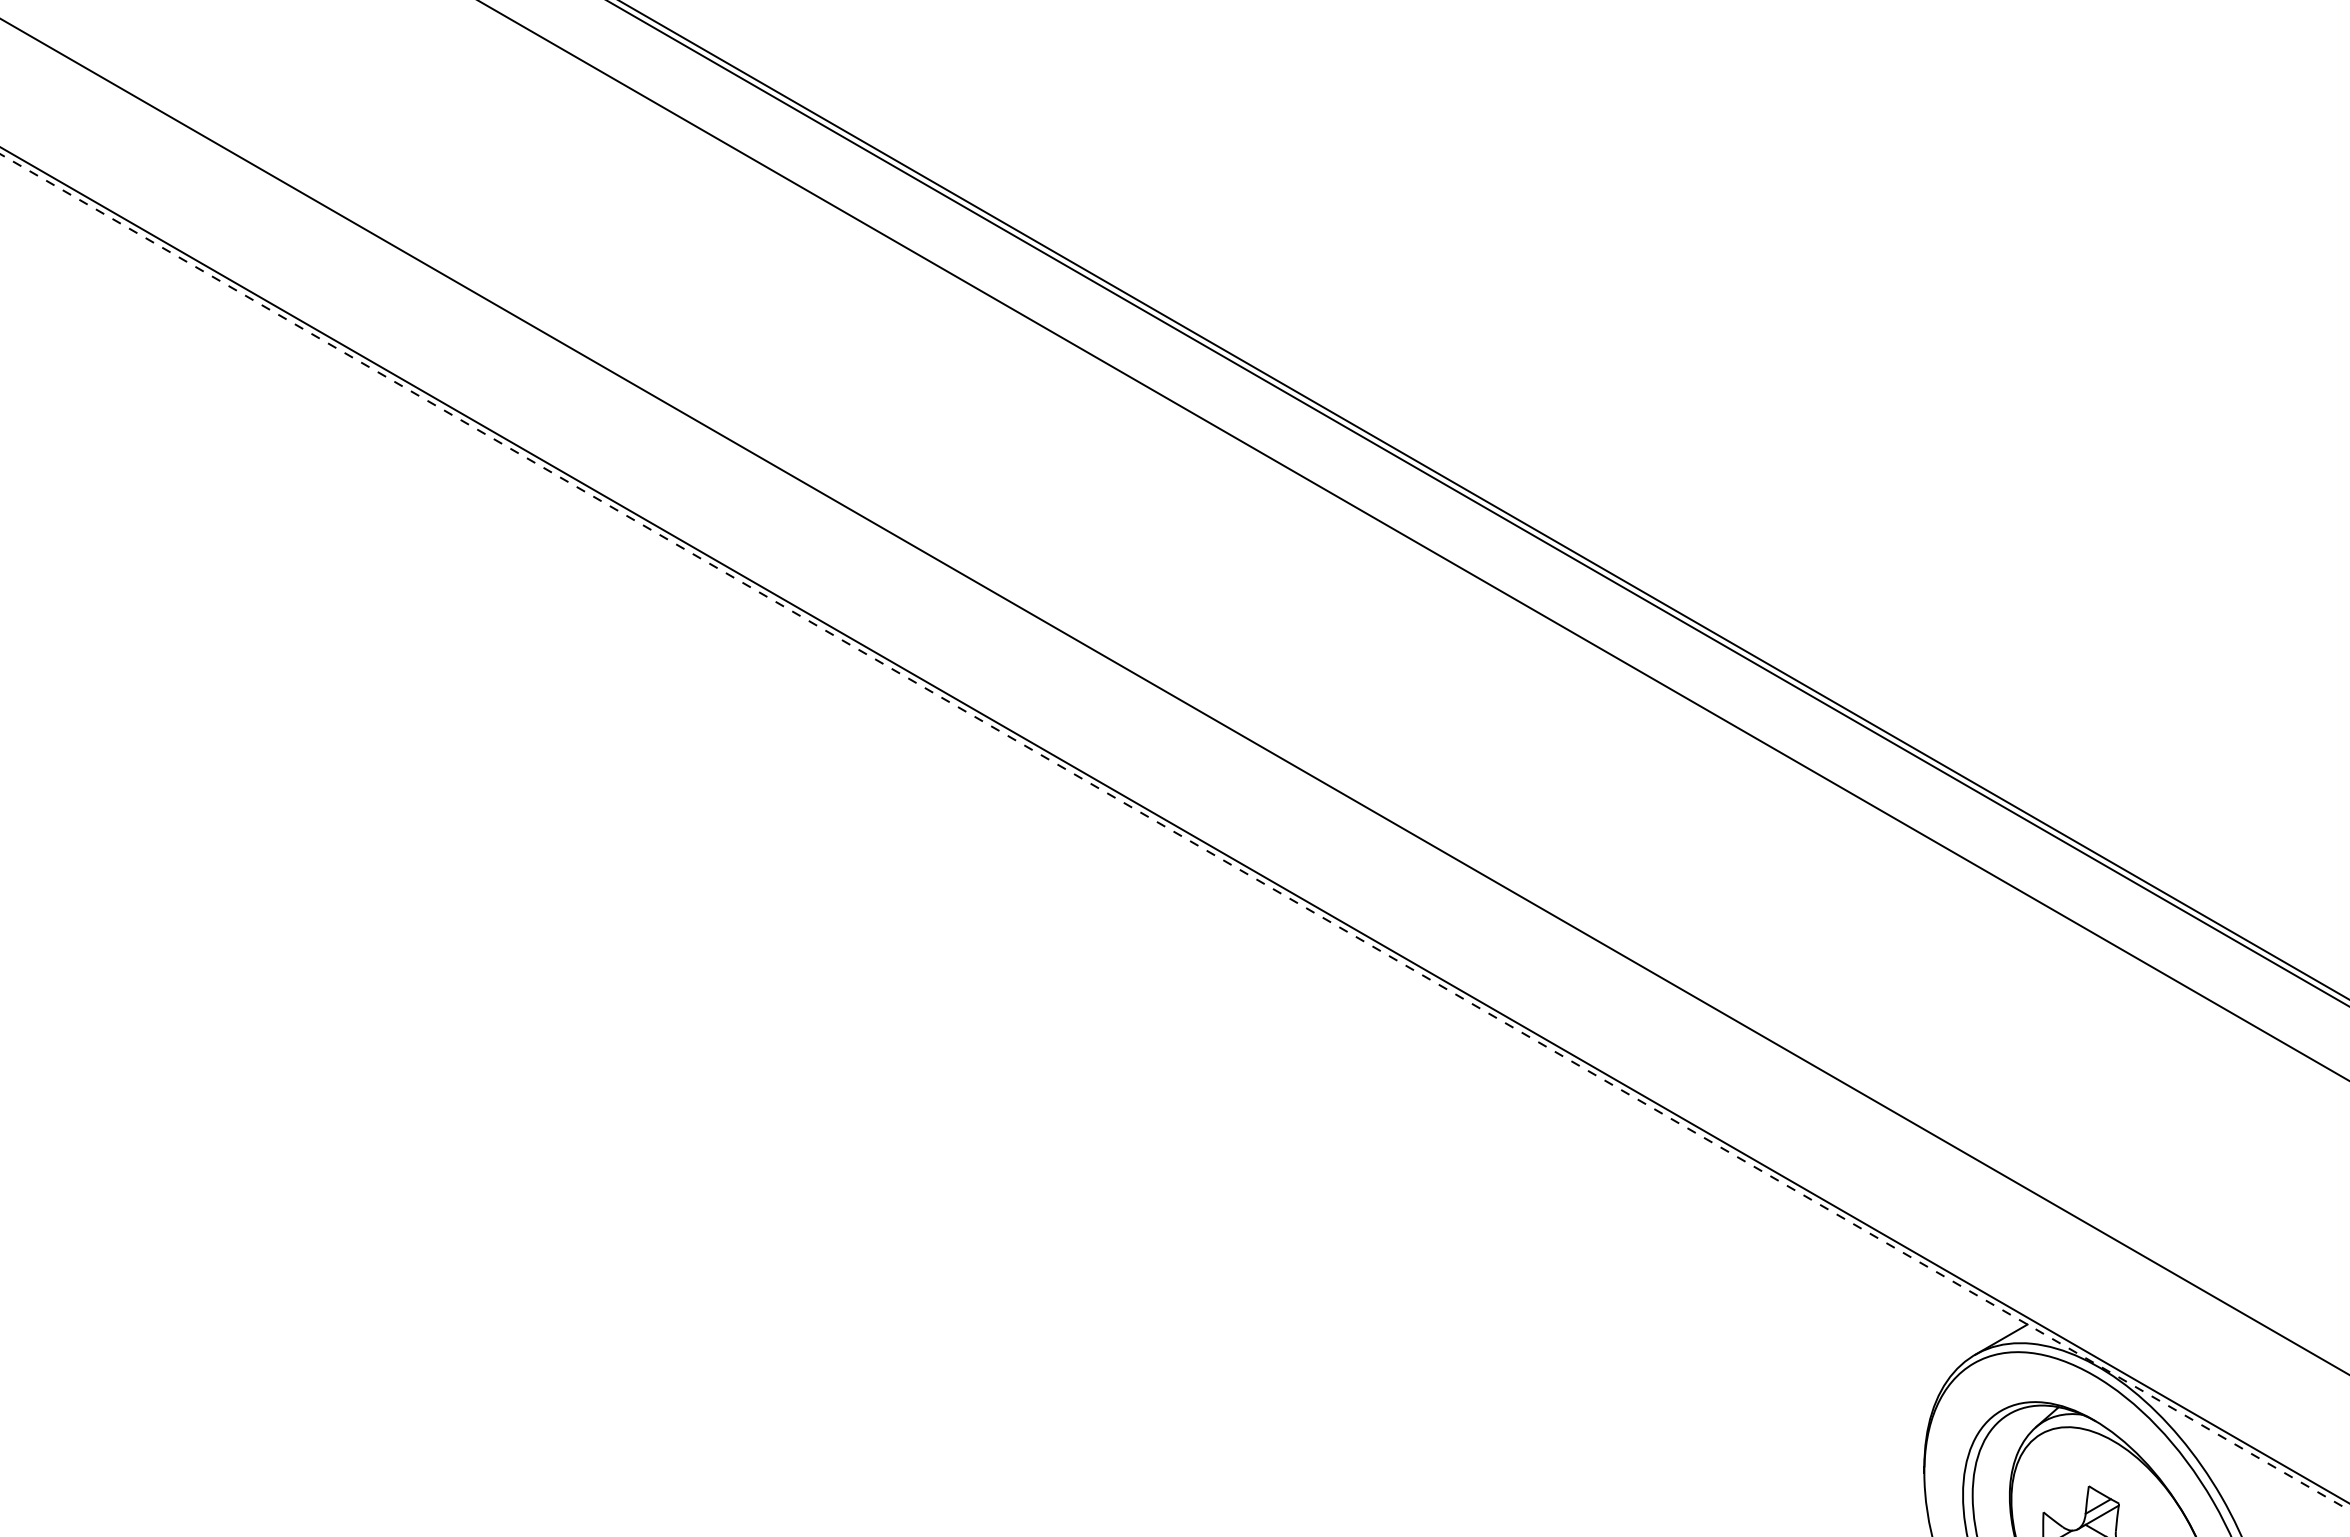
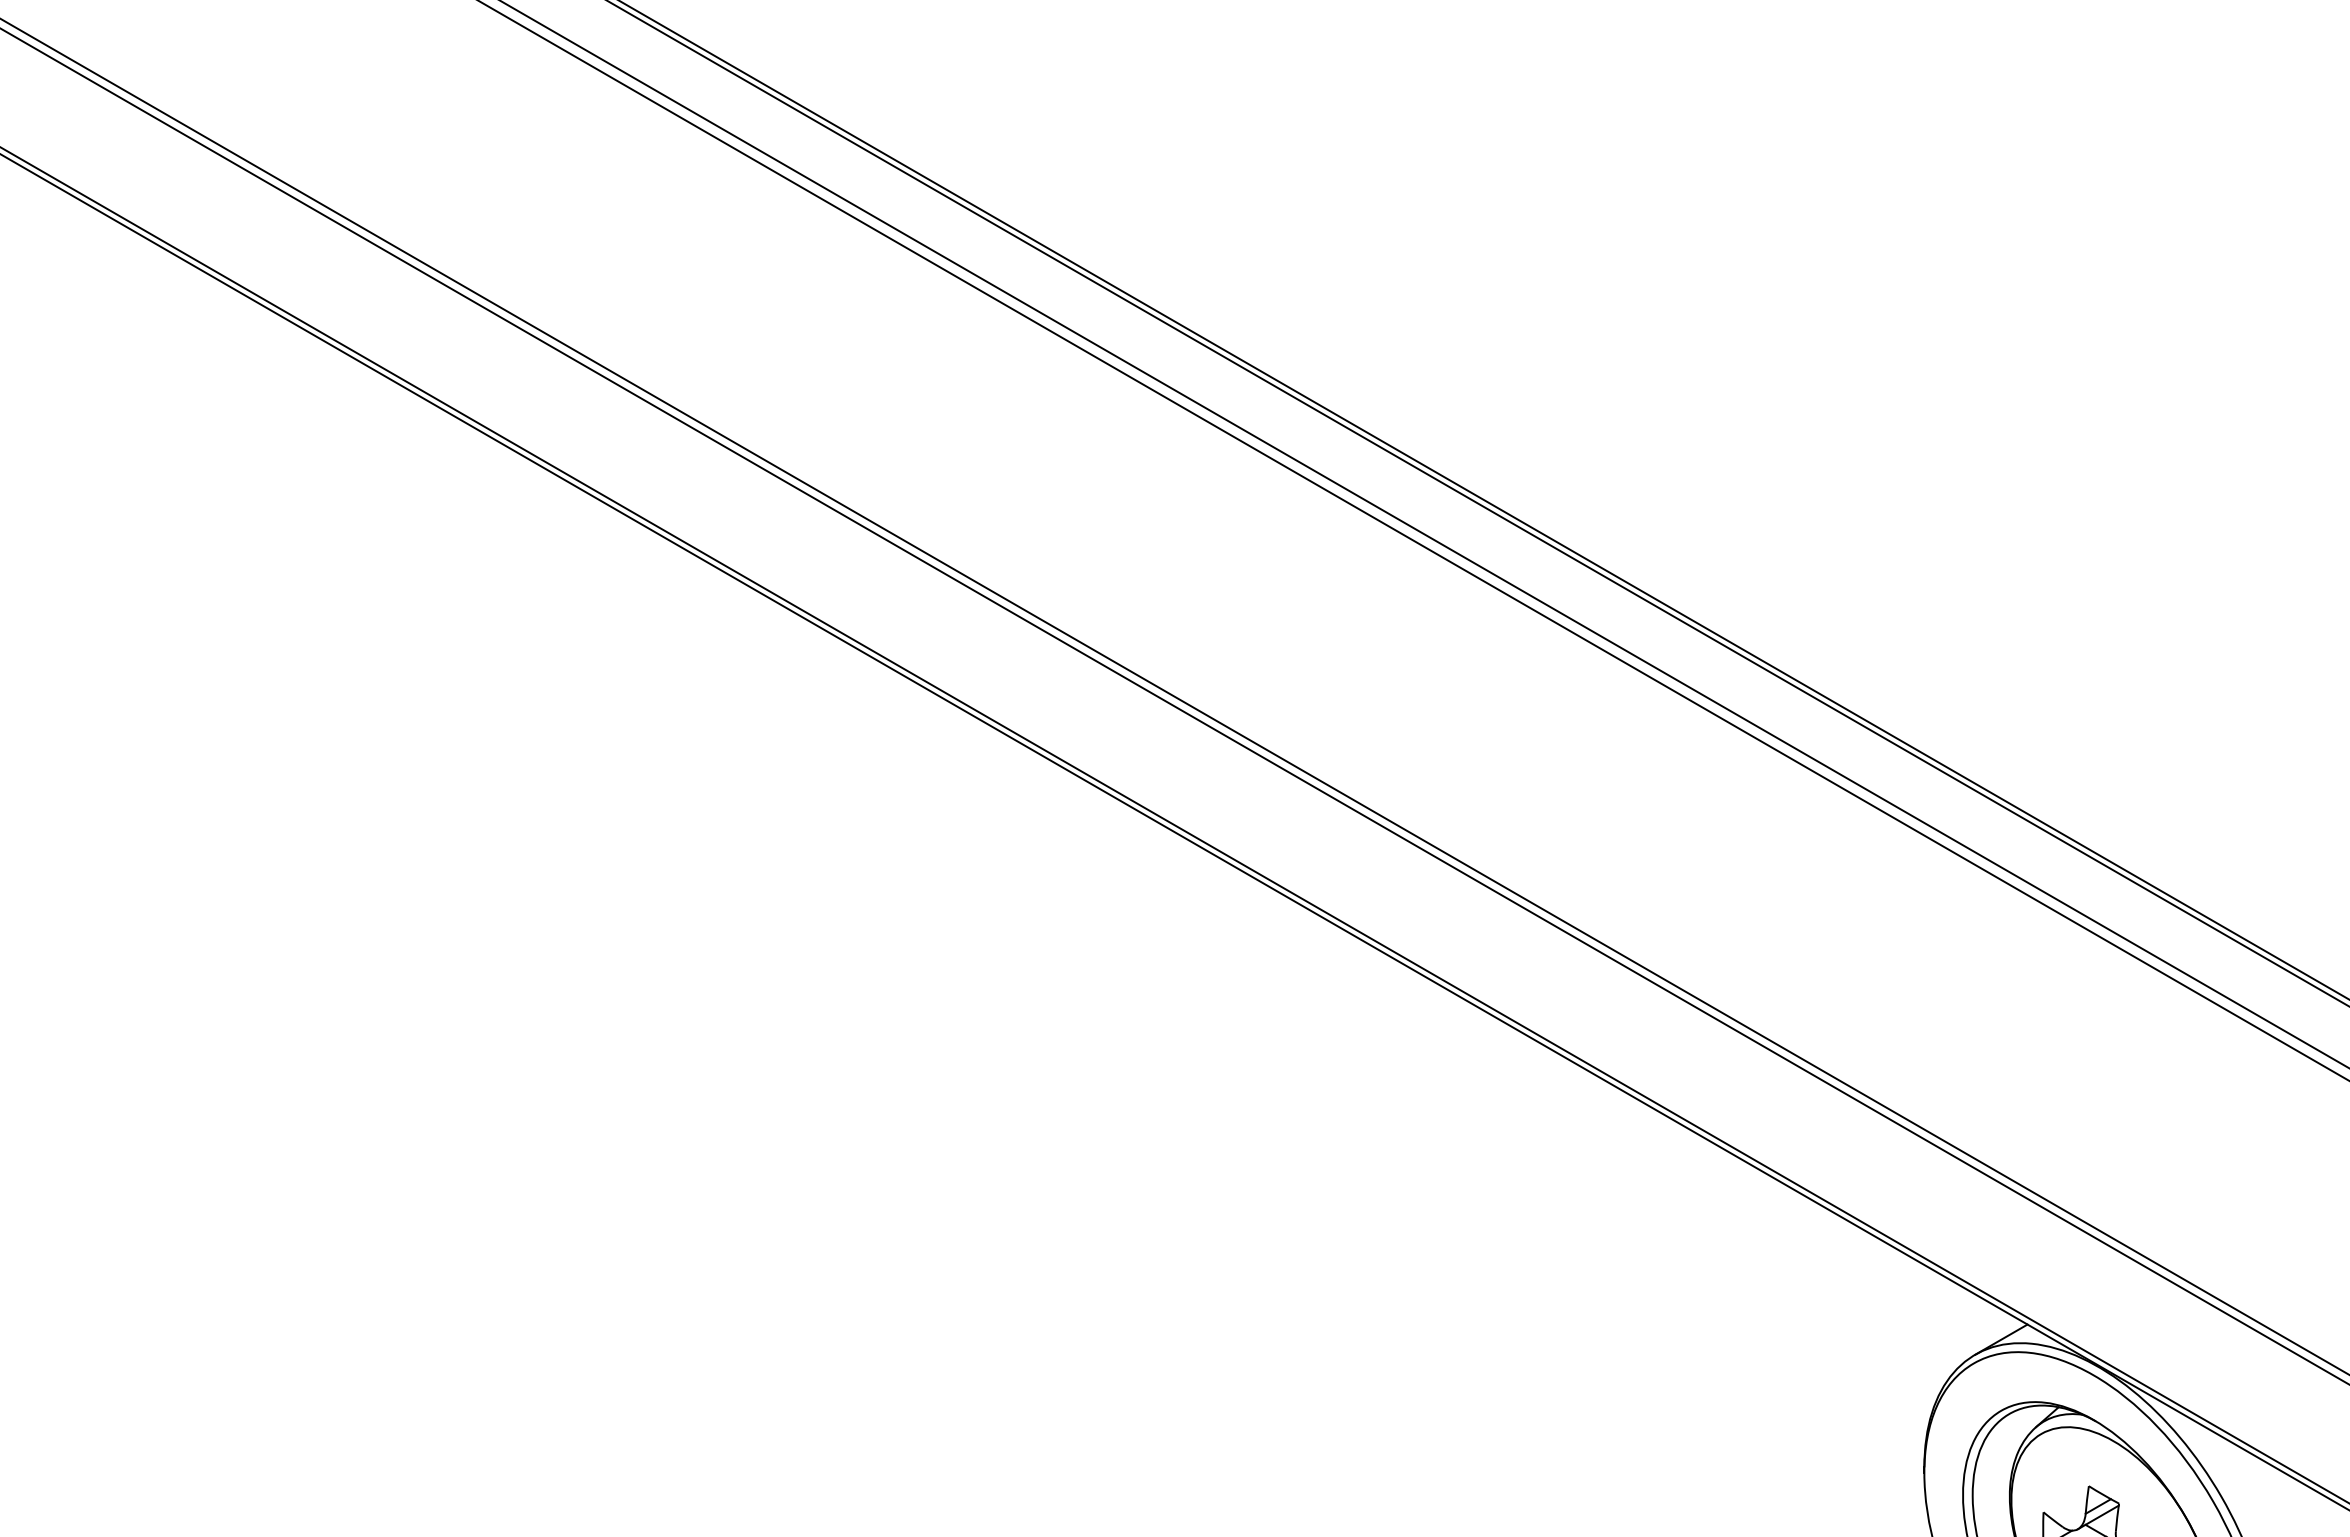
line at (1424, 534): none -> present
line at (1174, 705): none -> present
line at (1174, 832): dashed -> solid
